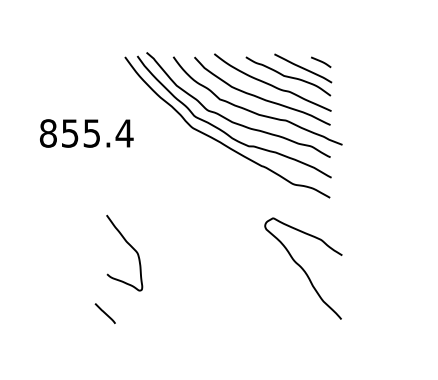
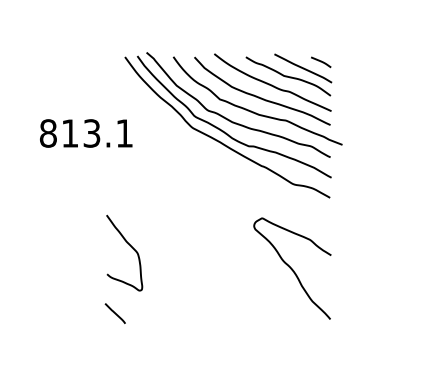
text at (97, 133): 855.4 -> 813.1
curve at (303, 268) position: (303, 268) -> (292, 268)
line at (104, 313) position: (104, 313) -> (114, 313)
